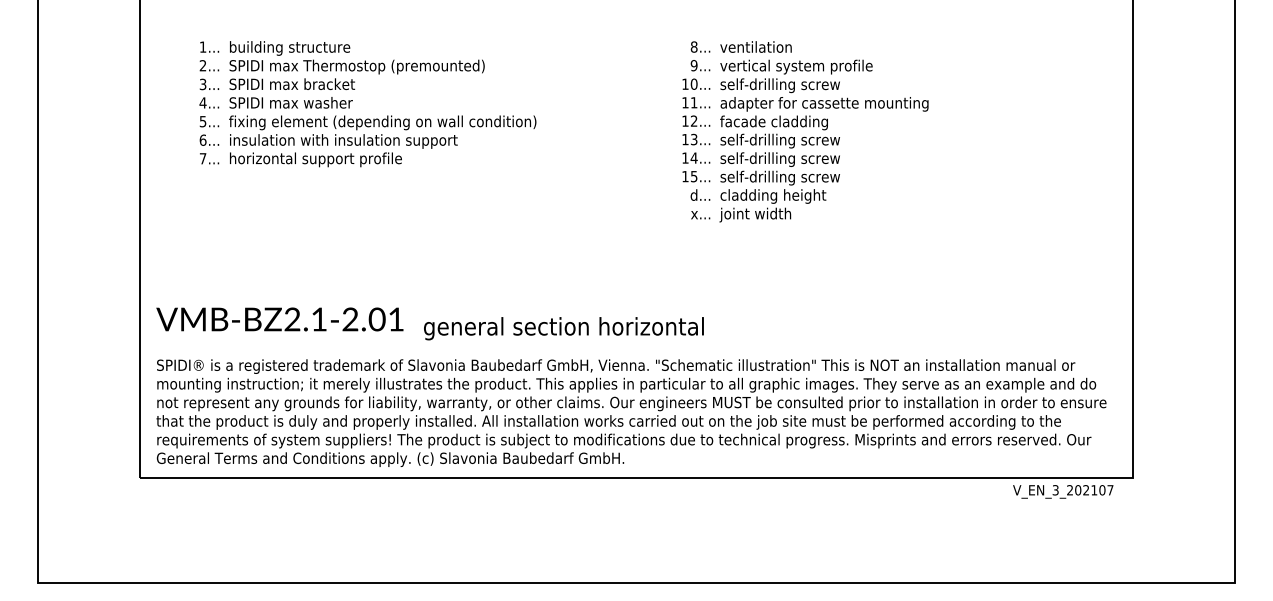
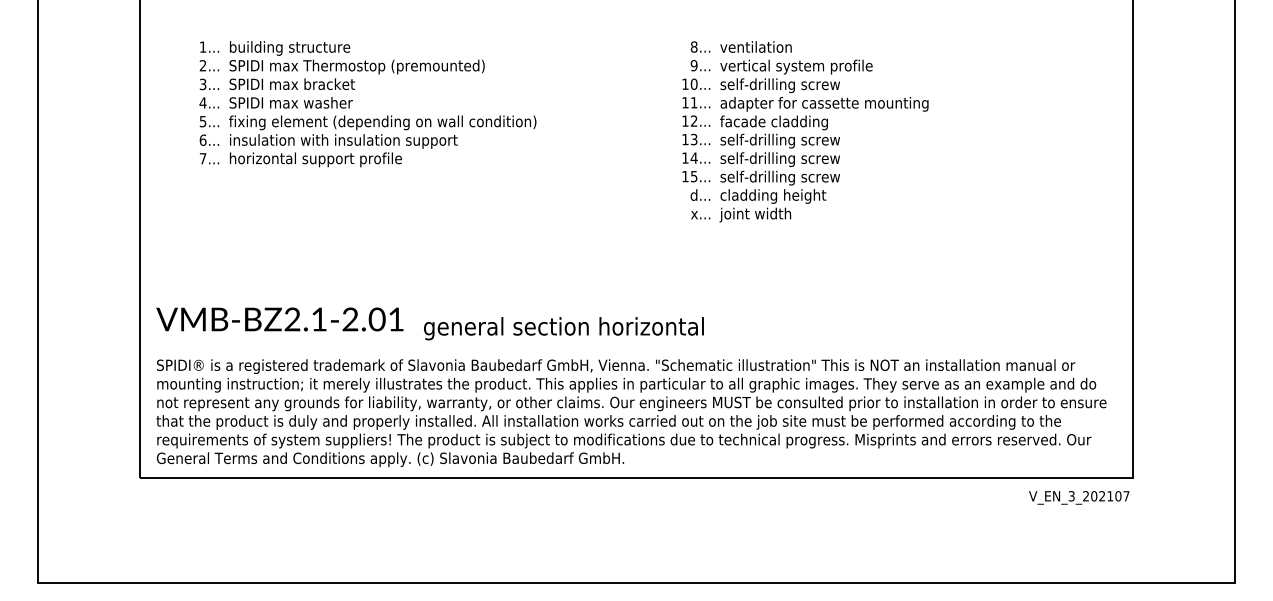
text at (1063, 491) position: (1063, 491) -> (1079, 497)
